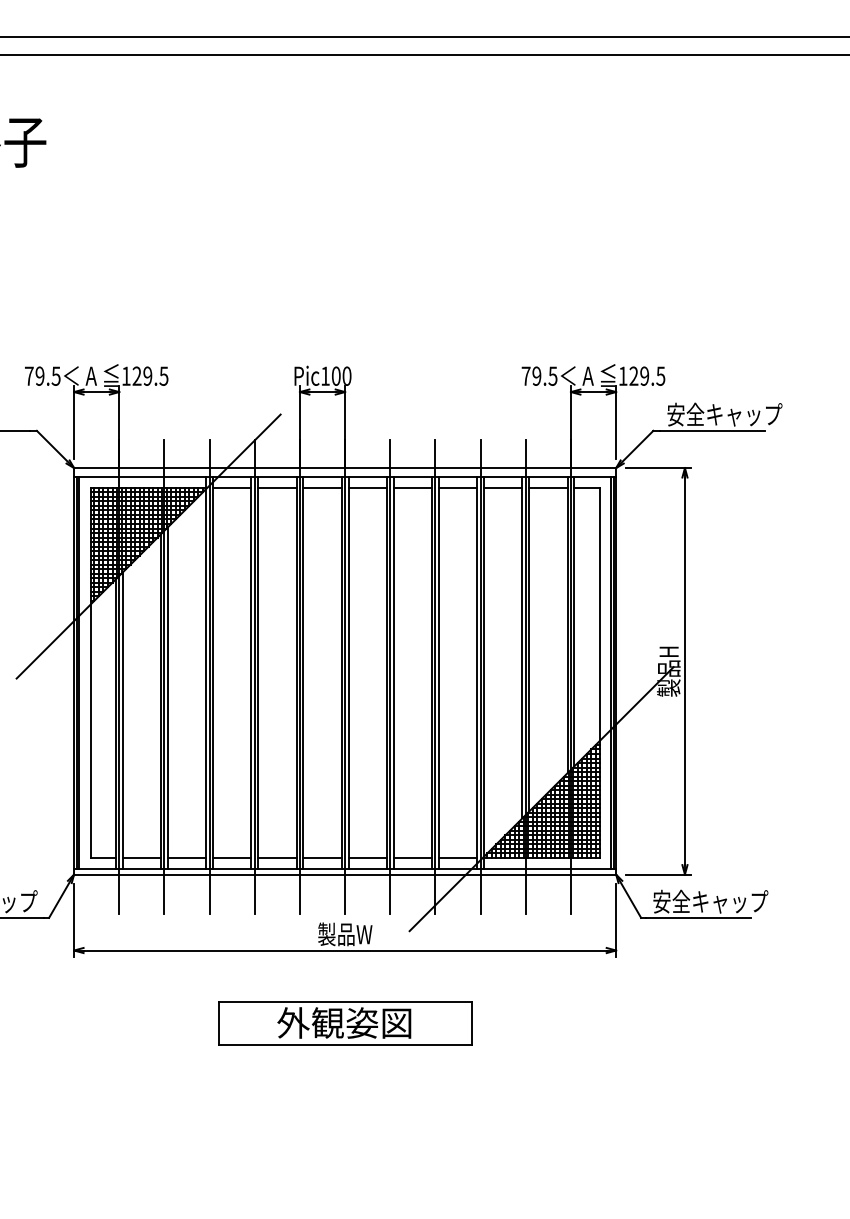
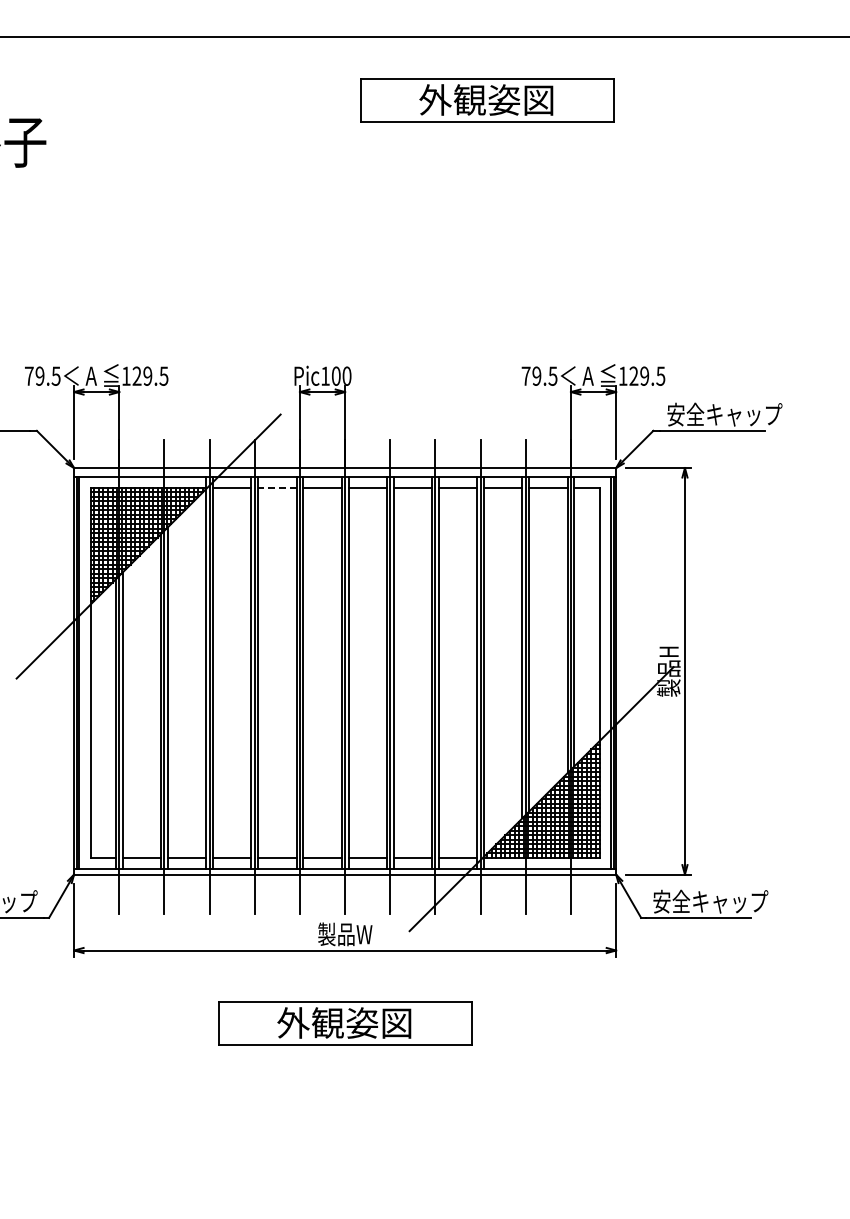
line at (424, 55): present -> none
part at (487, 100): none -> present
line at (276, 487): solid -> dashed
